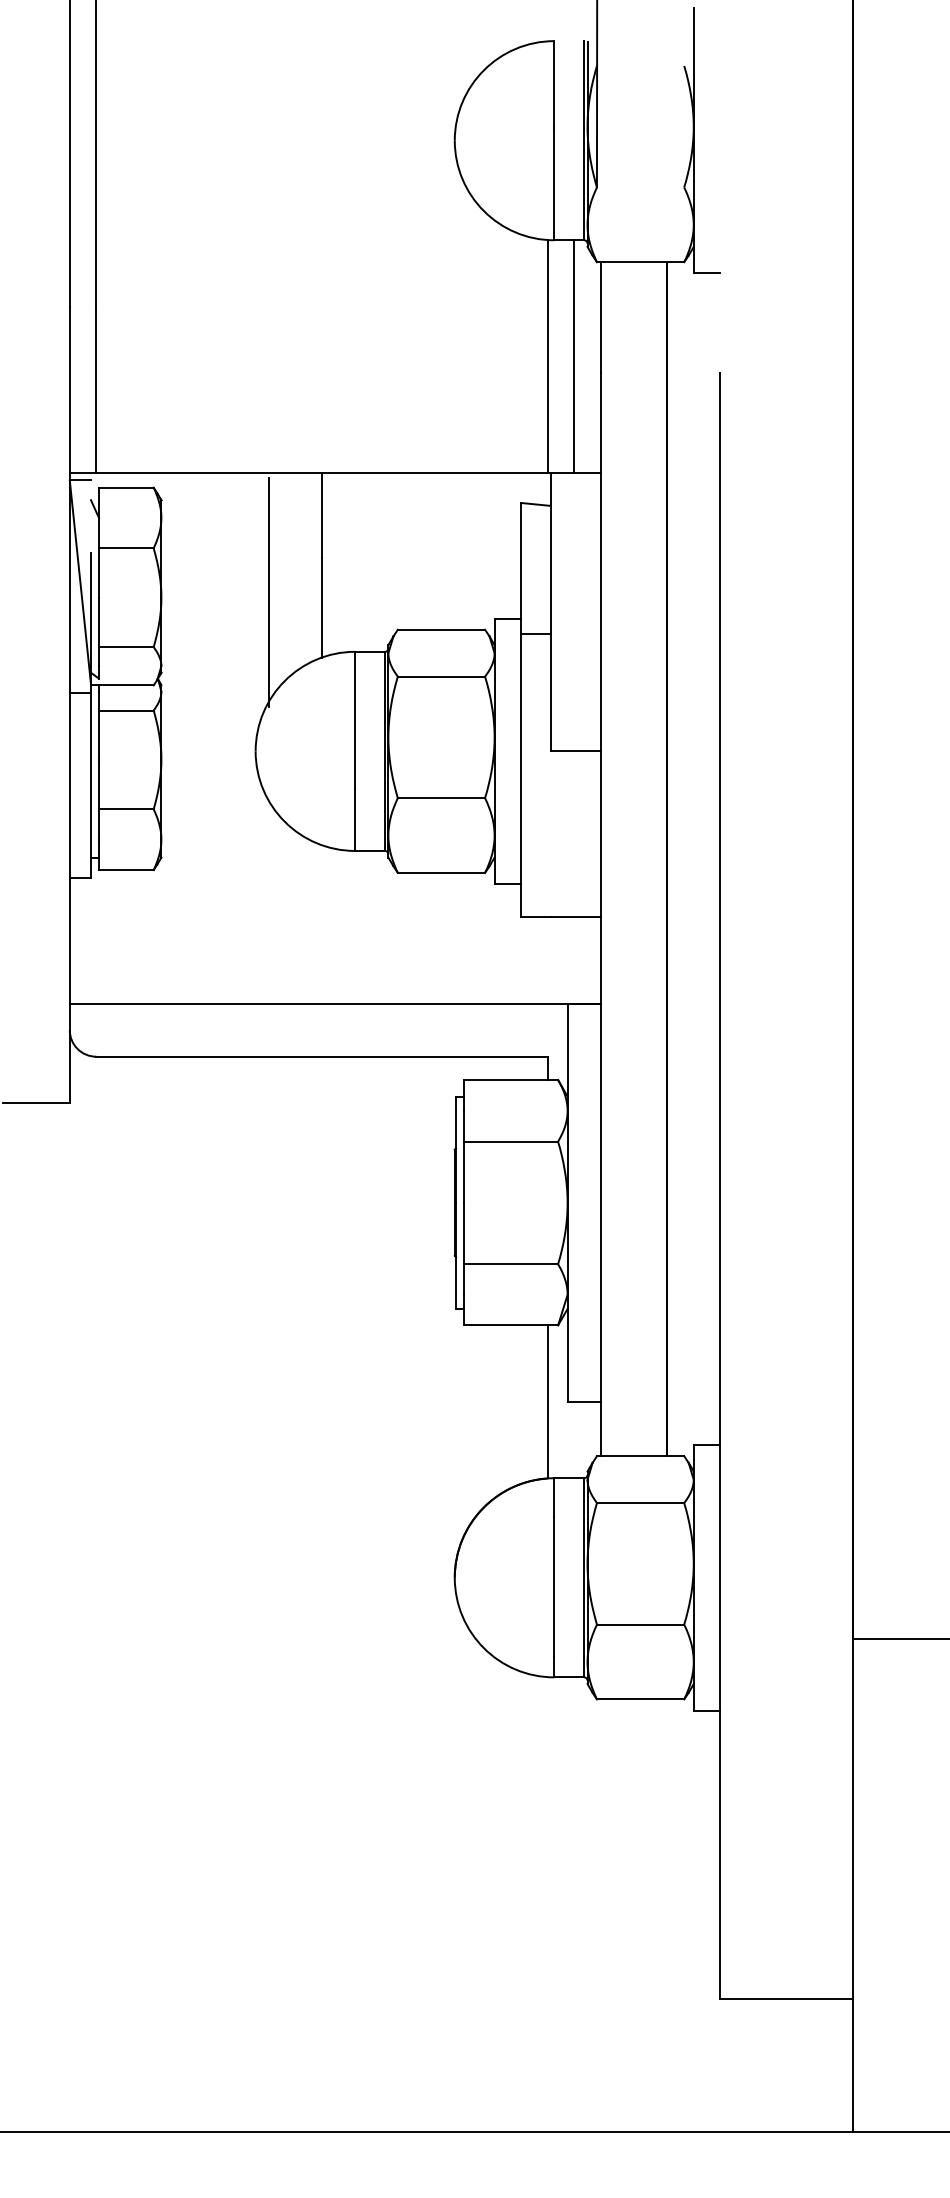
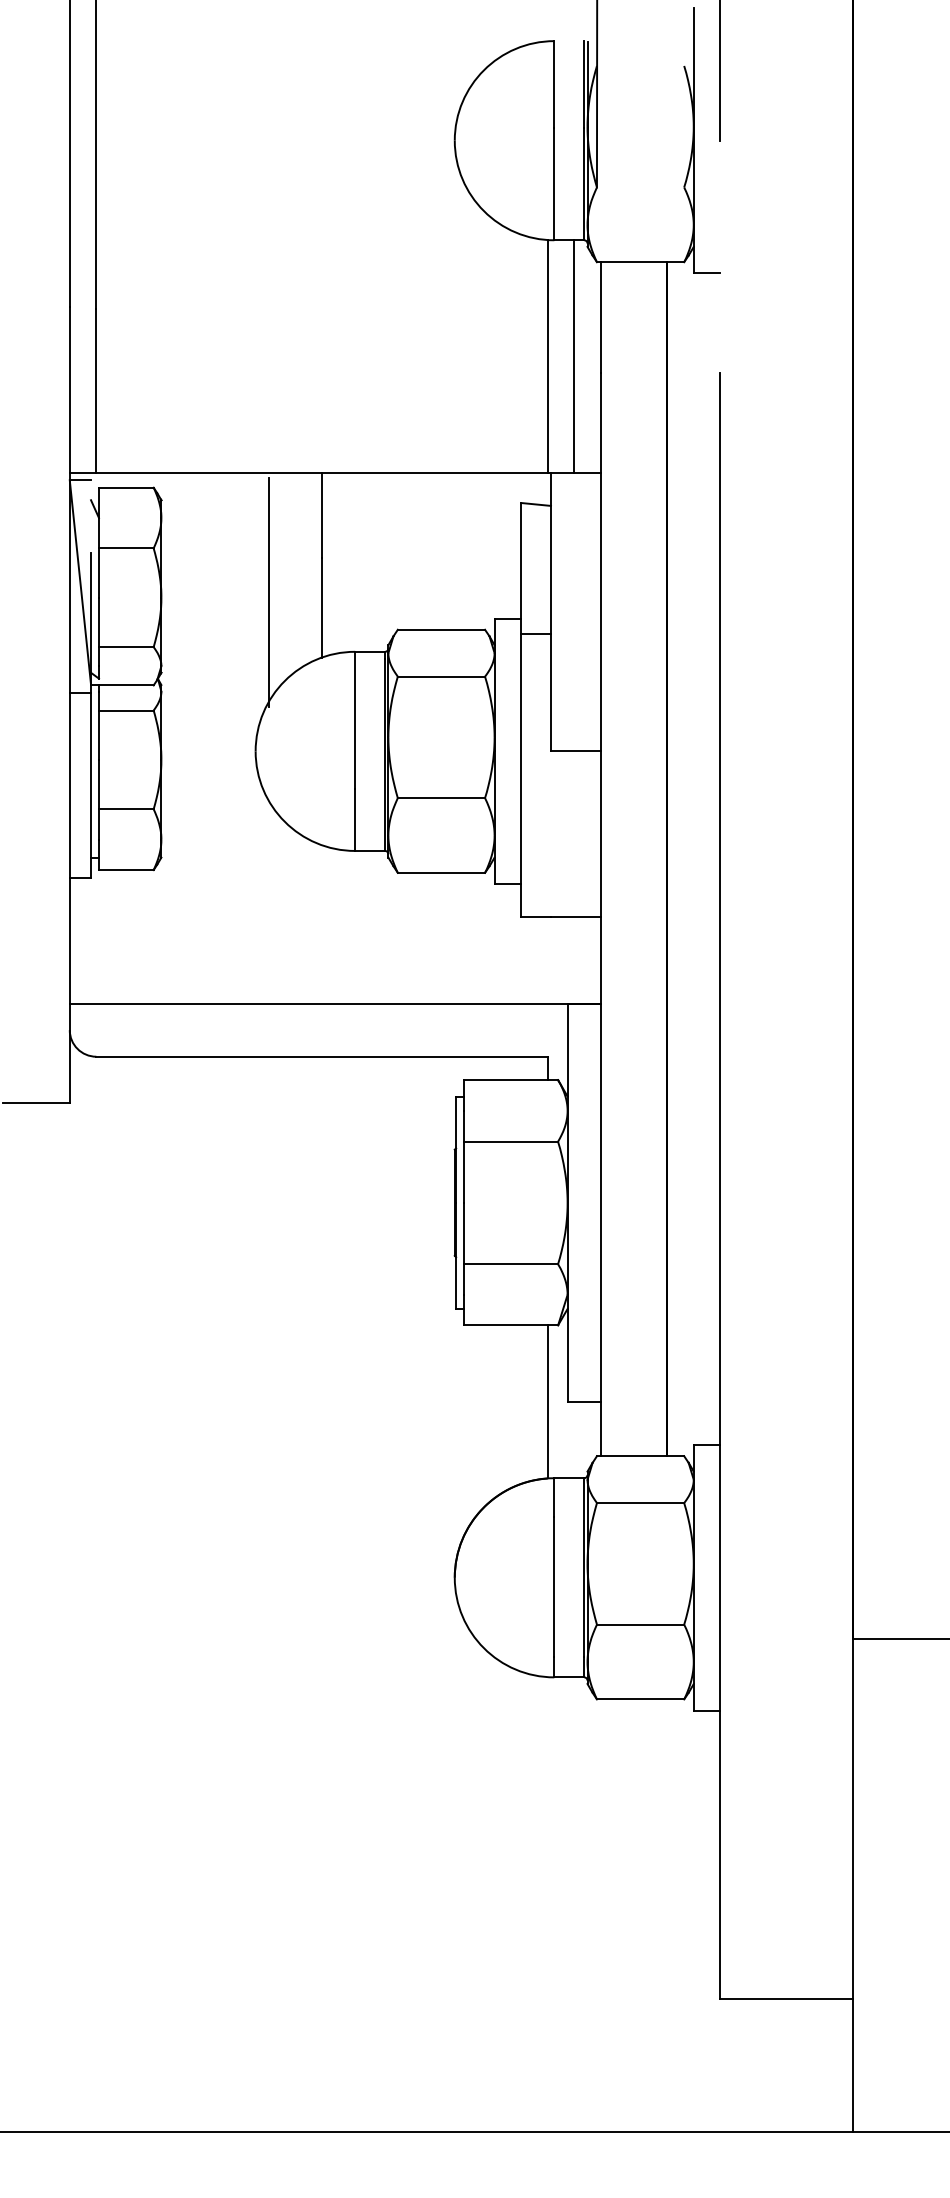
line at (720, 71): none -> present
